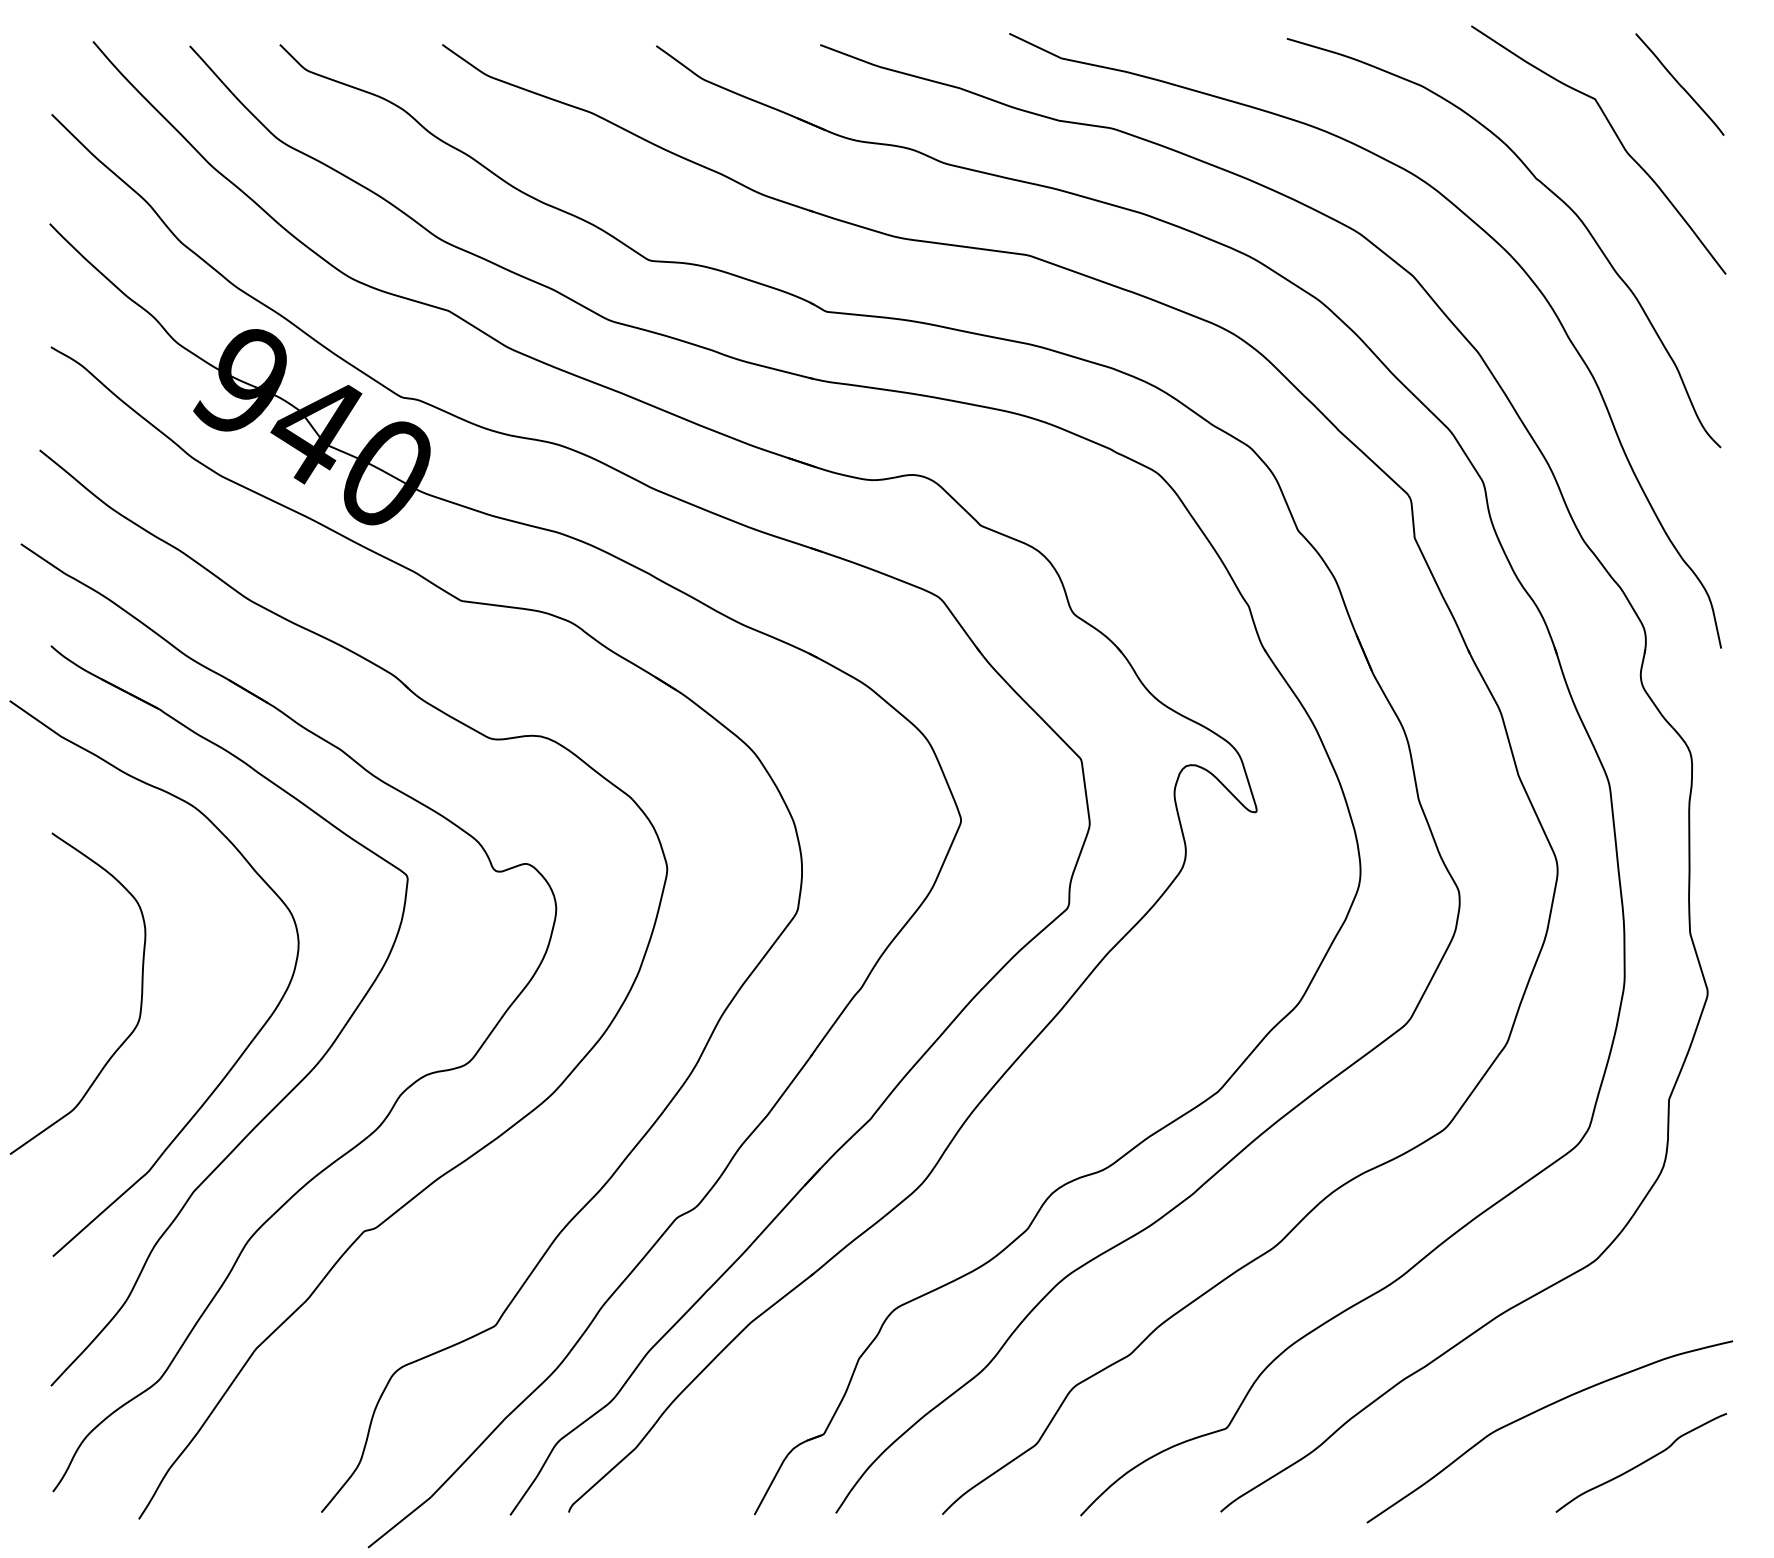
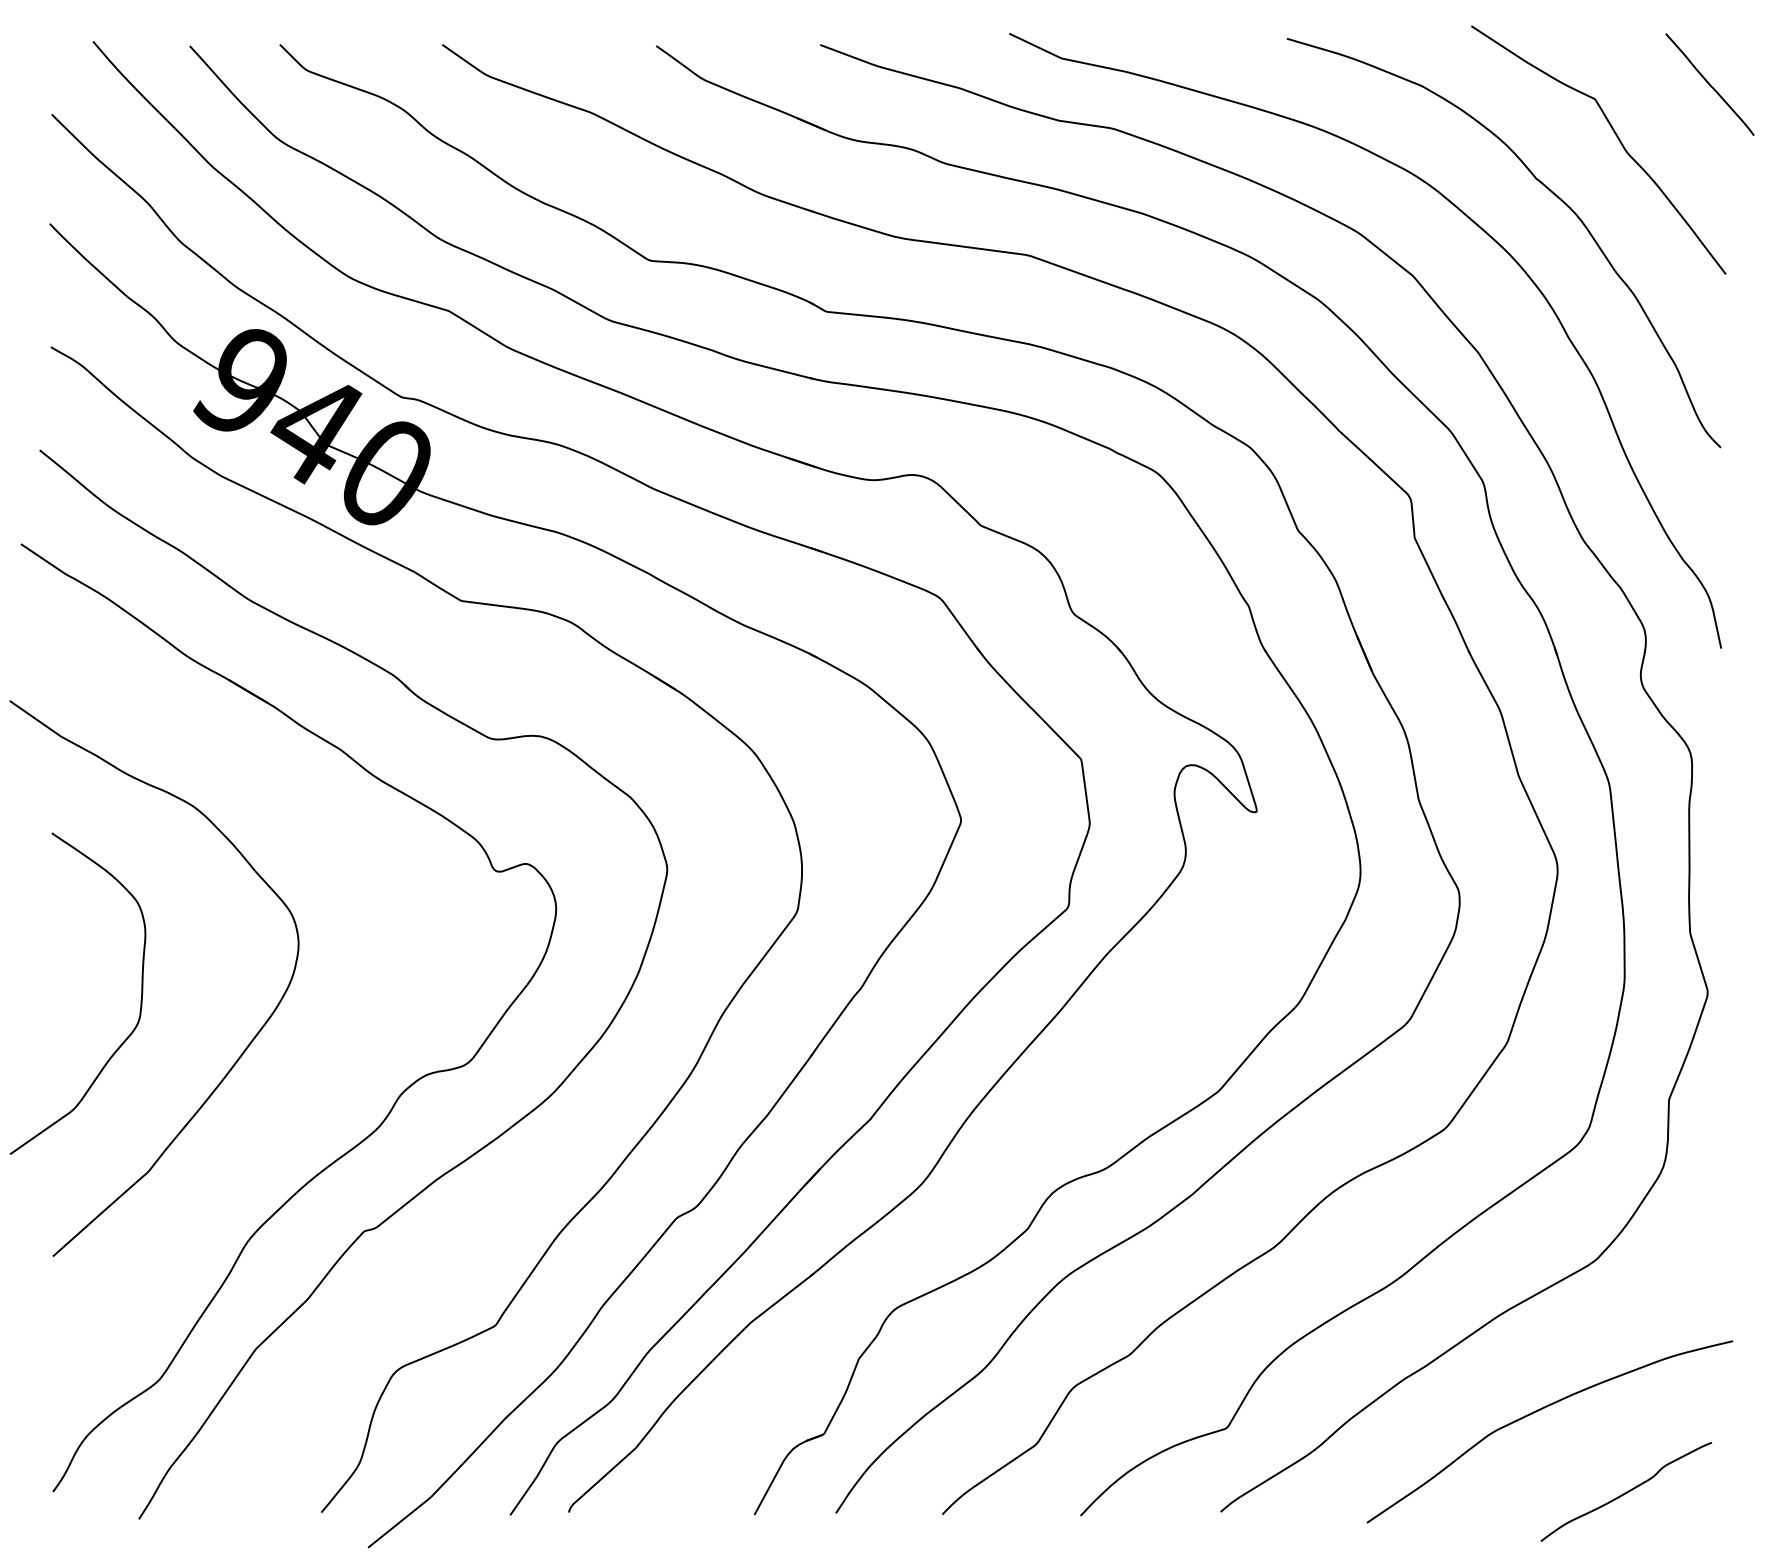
line at (1679, 84) position: (1679, 84) -> (1709, 84)
part at (297, 1083): present -> none
curve at (1641, 1462) position: (1641, 1462) -> (1626, 1491)
